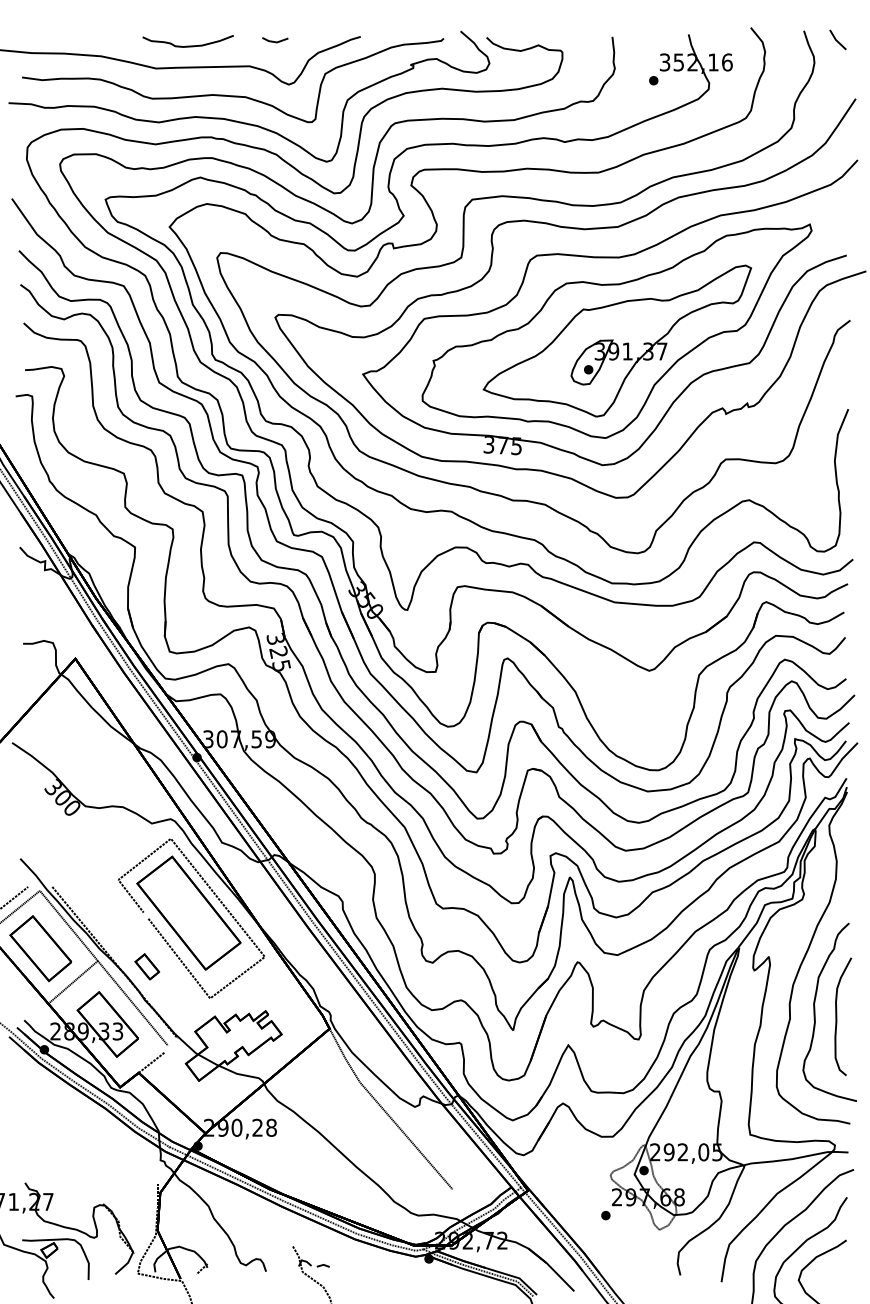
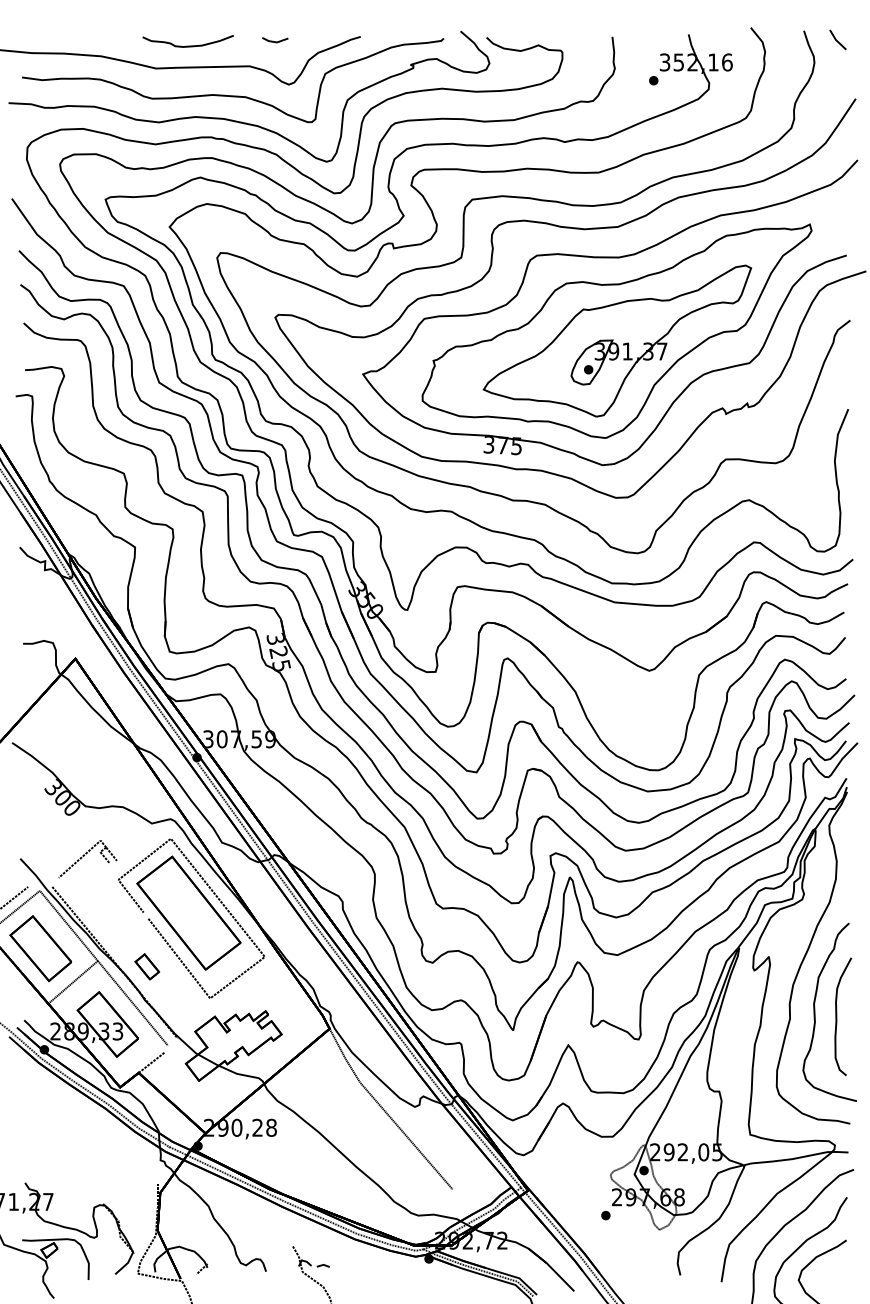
part at (87, 859): none -> present
